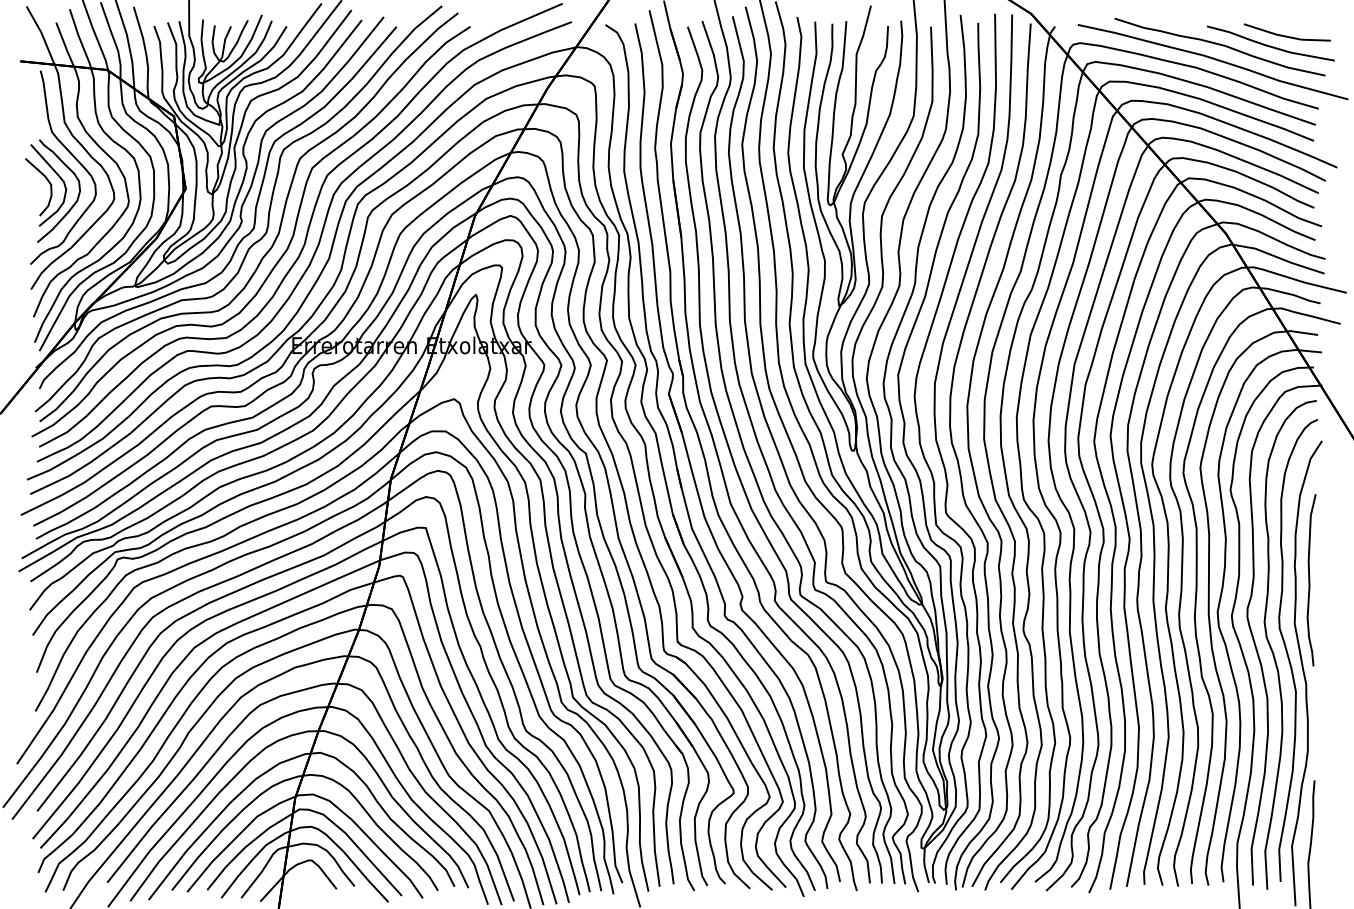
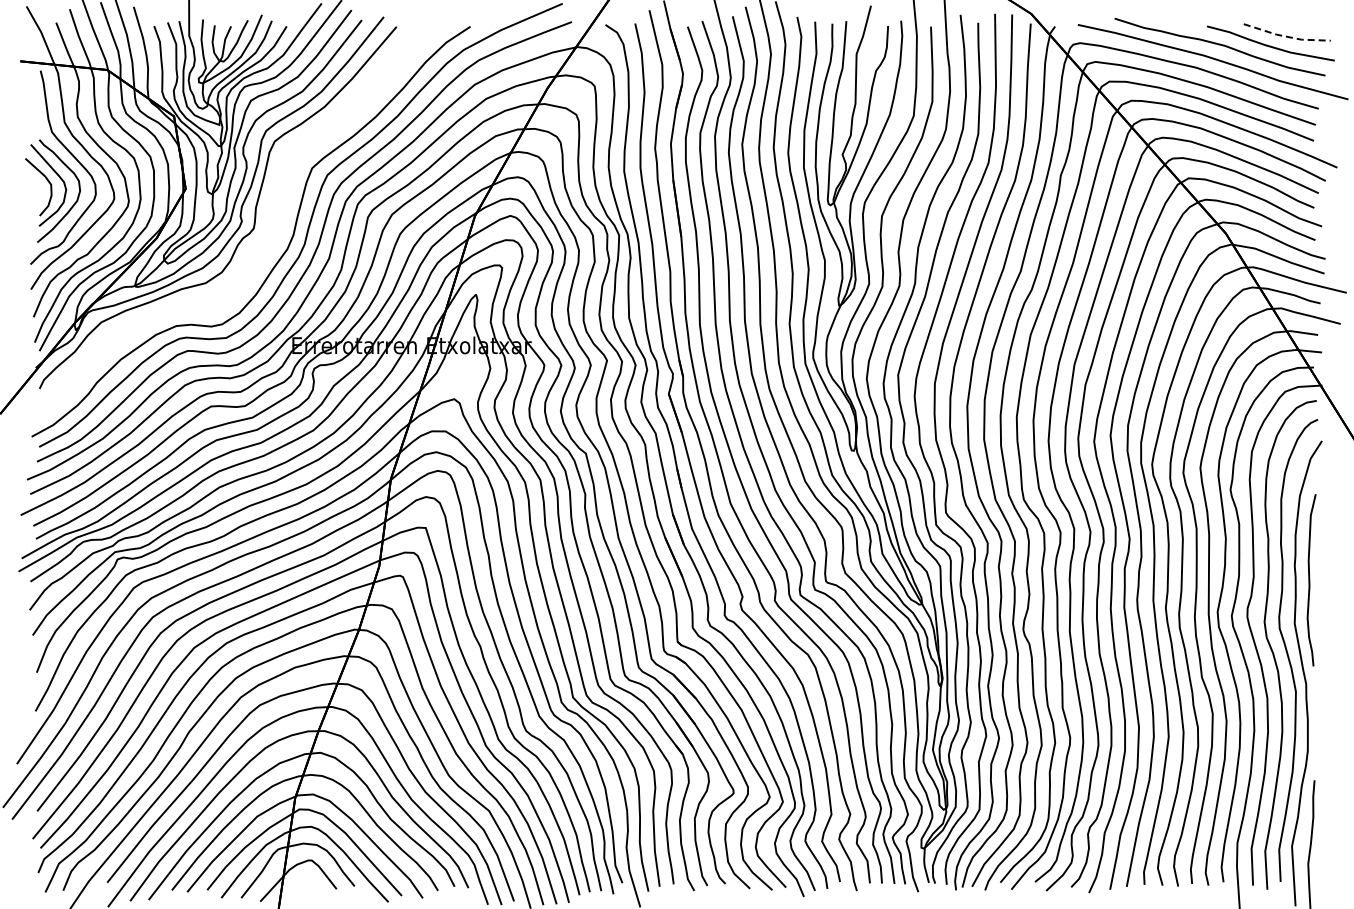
line at (1287, 36): solid -> dashed
part at (267, 217): present -> none
